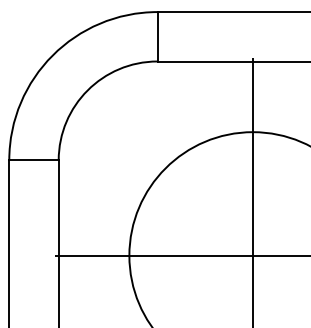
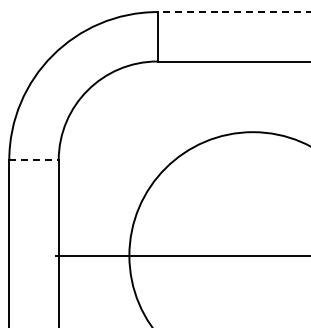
line at (233, 12): solid -> dashed
line at (34, 160): solid -> dashed
line at (252, 191): present -> none
